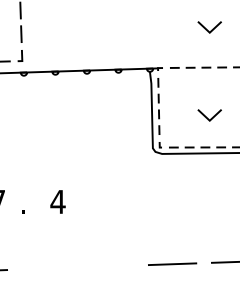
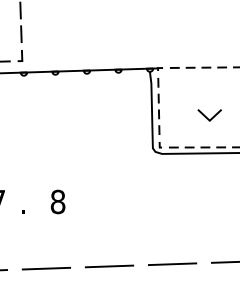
line at (207, 29): present -> none
text at (57, 201): 4 -> 8
line at (109, 266): none -> present
line at (46, 268): none -> present
